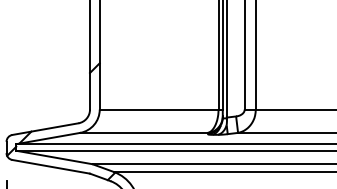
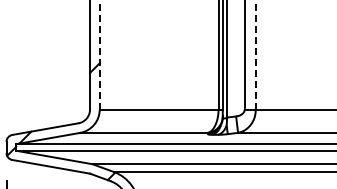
line at (99, 54): solid -> dashed
line at (255, 54): solid -> dashed
